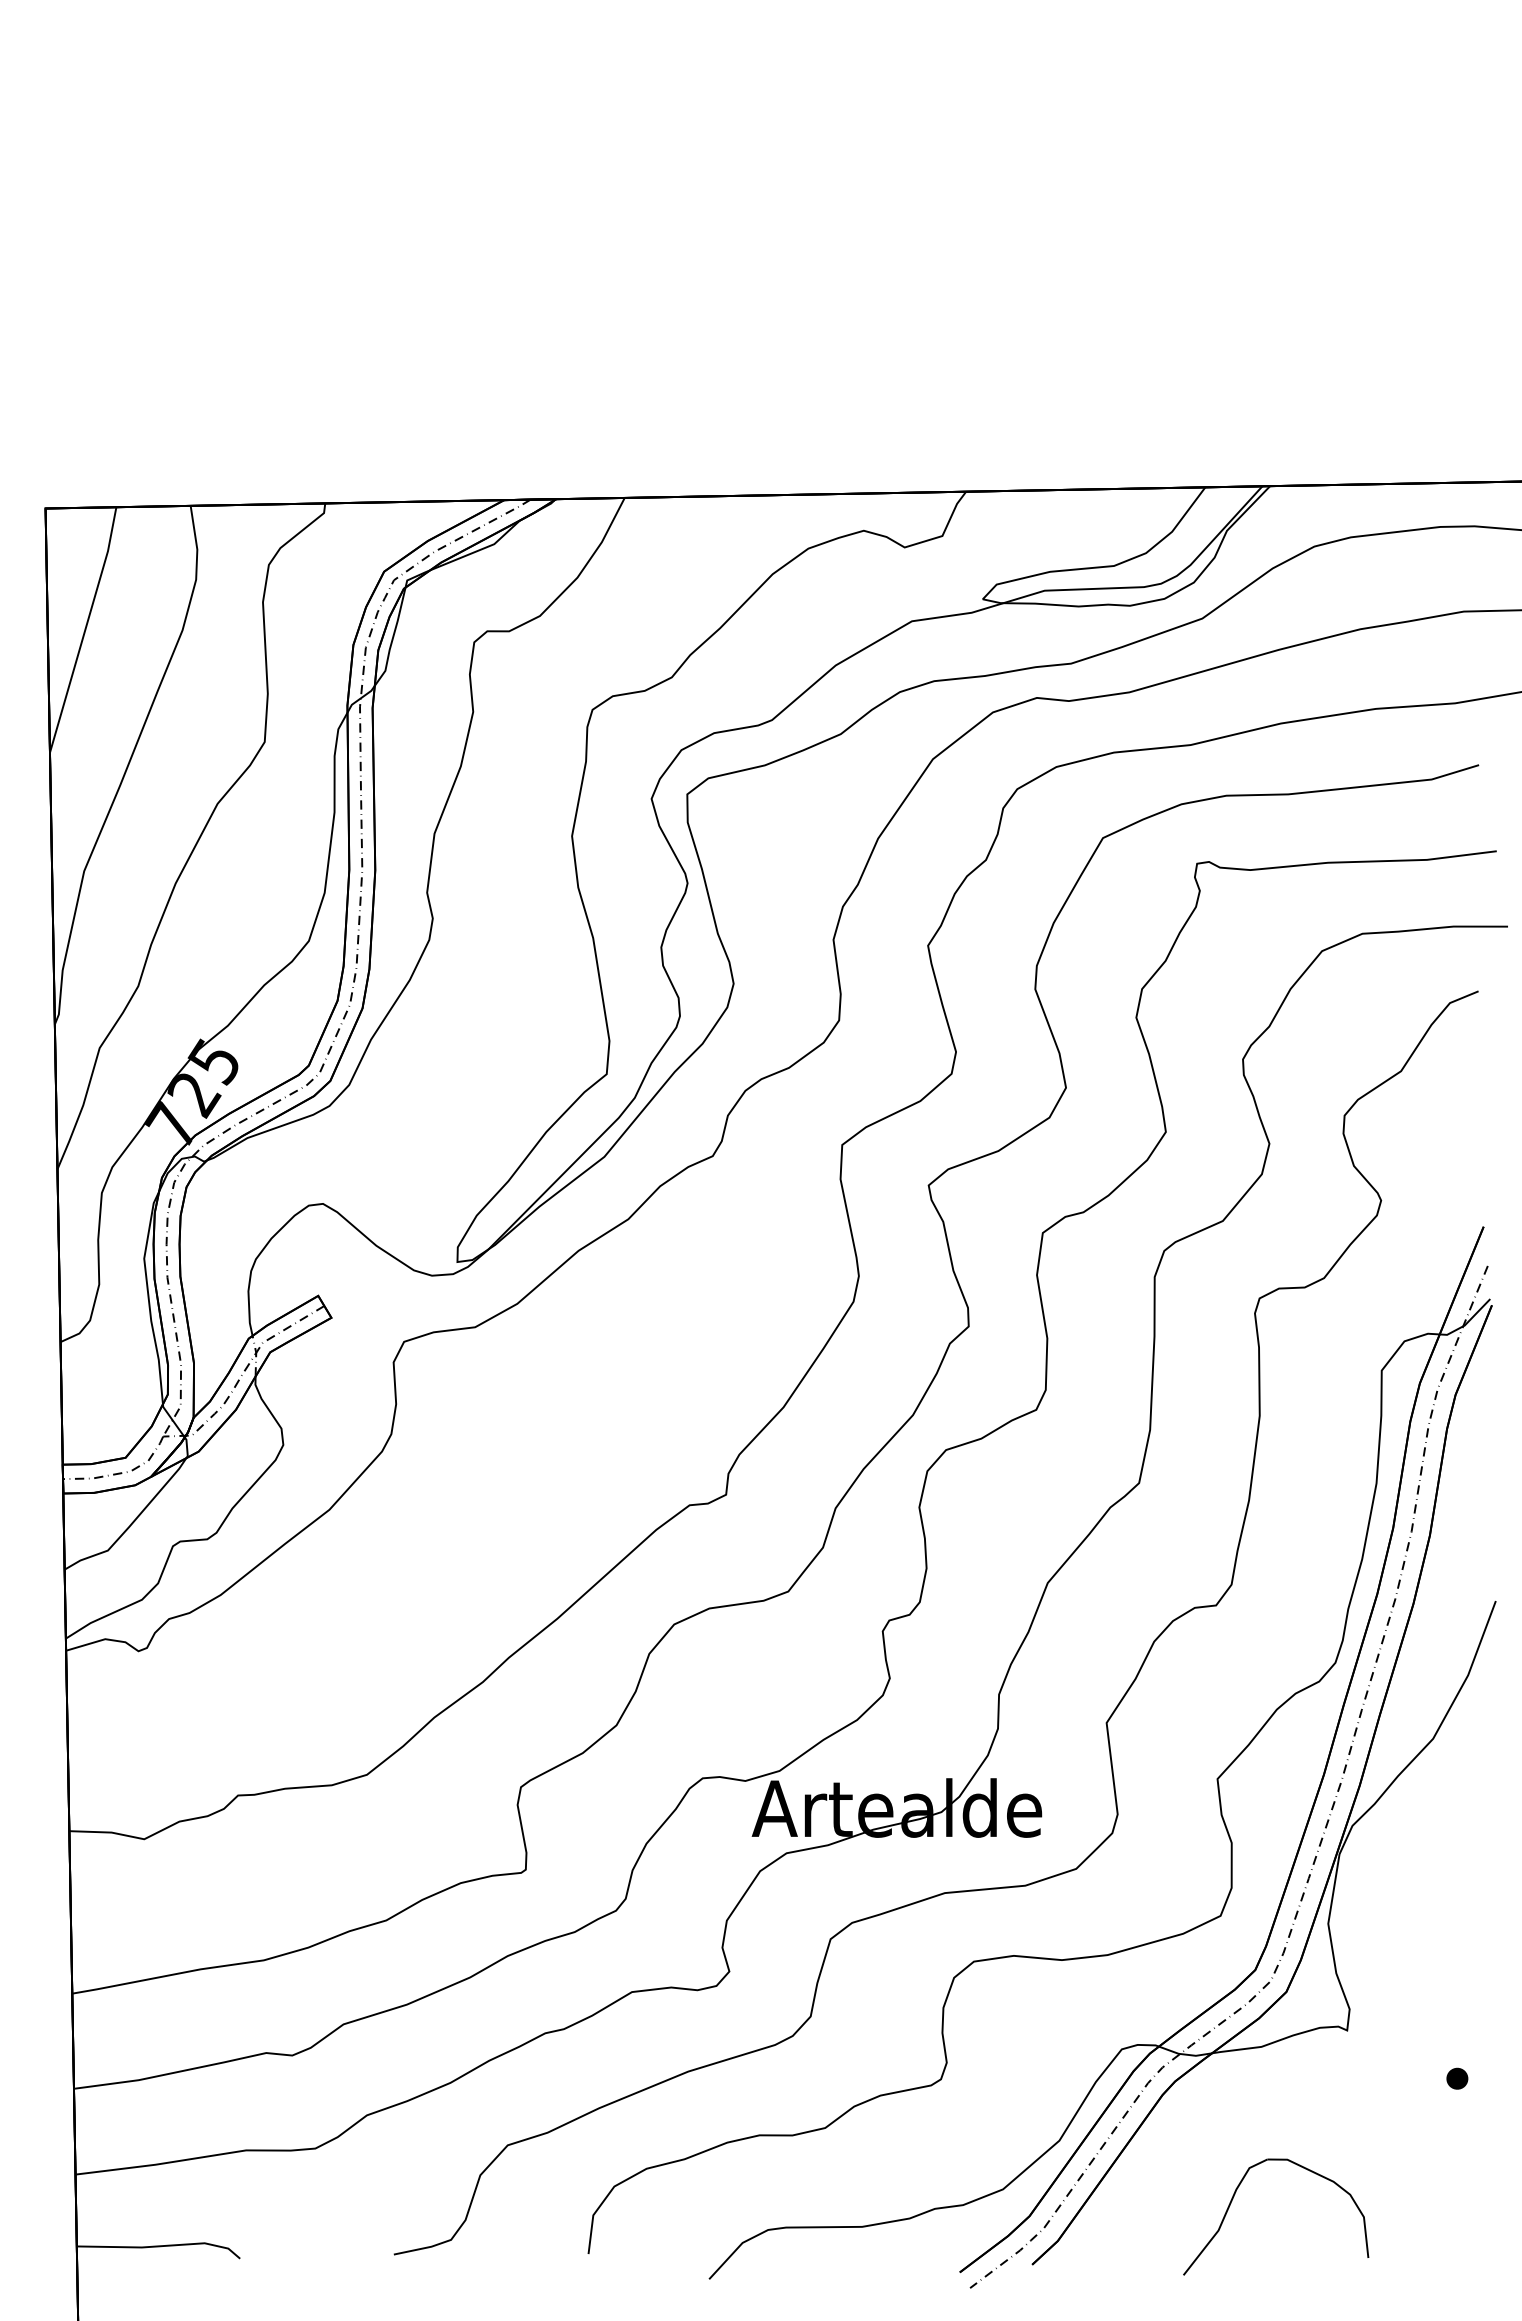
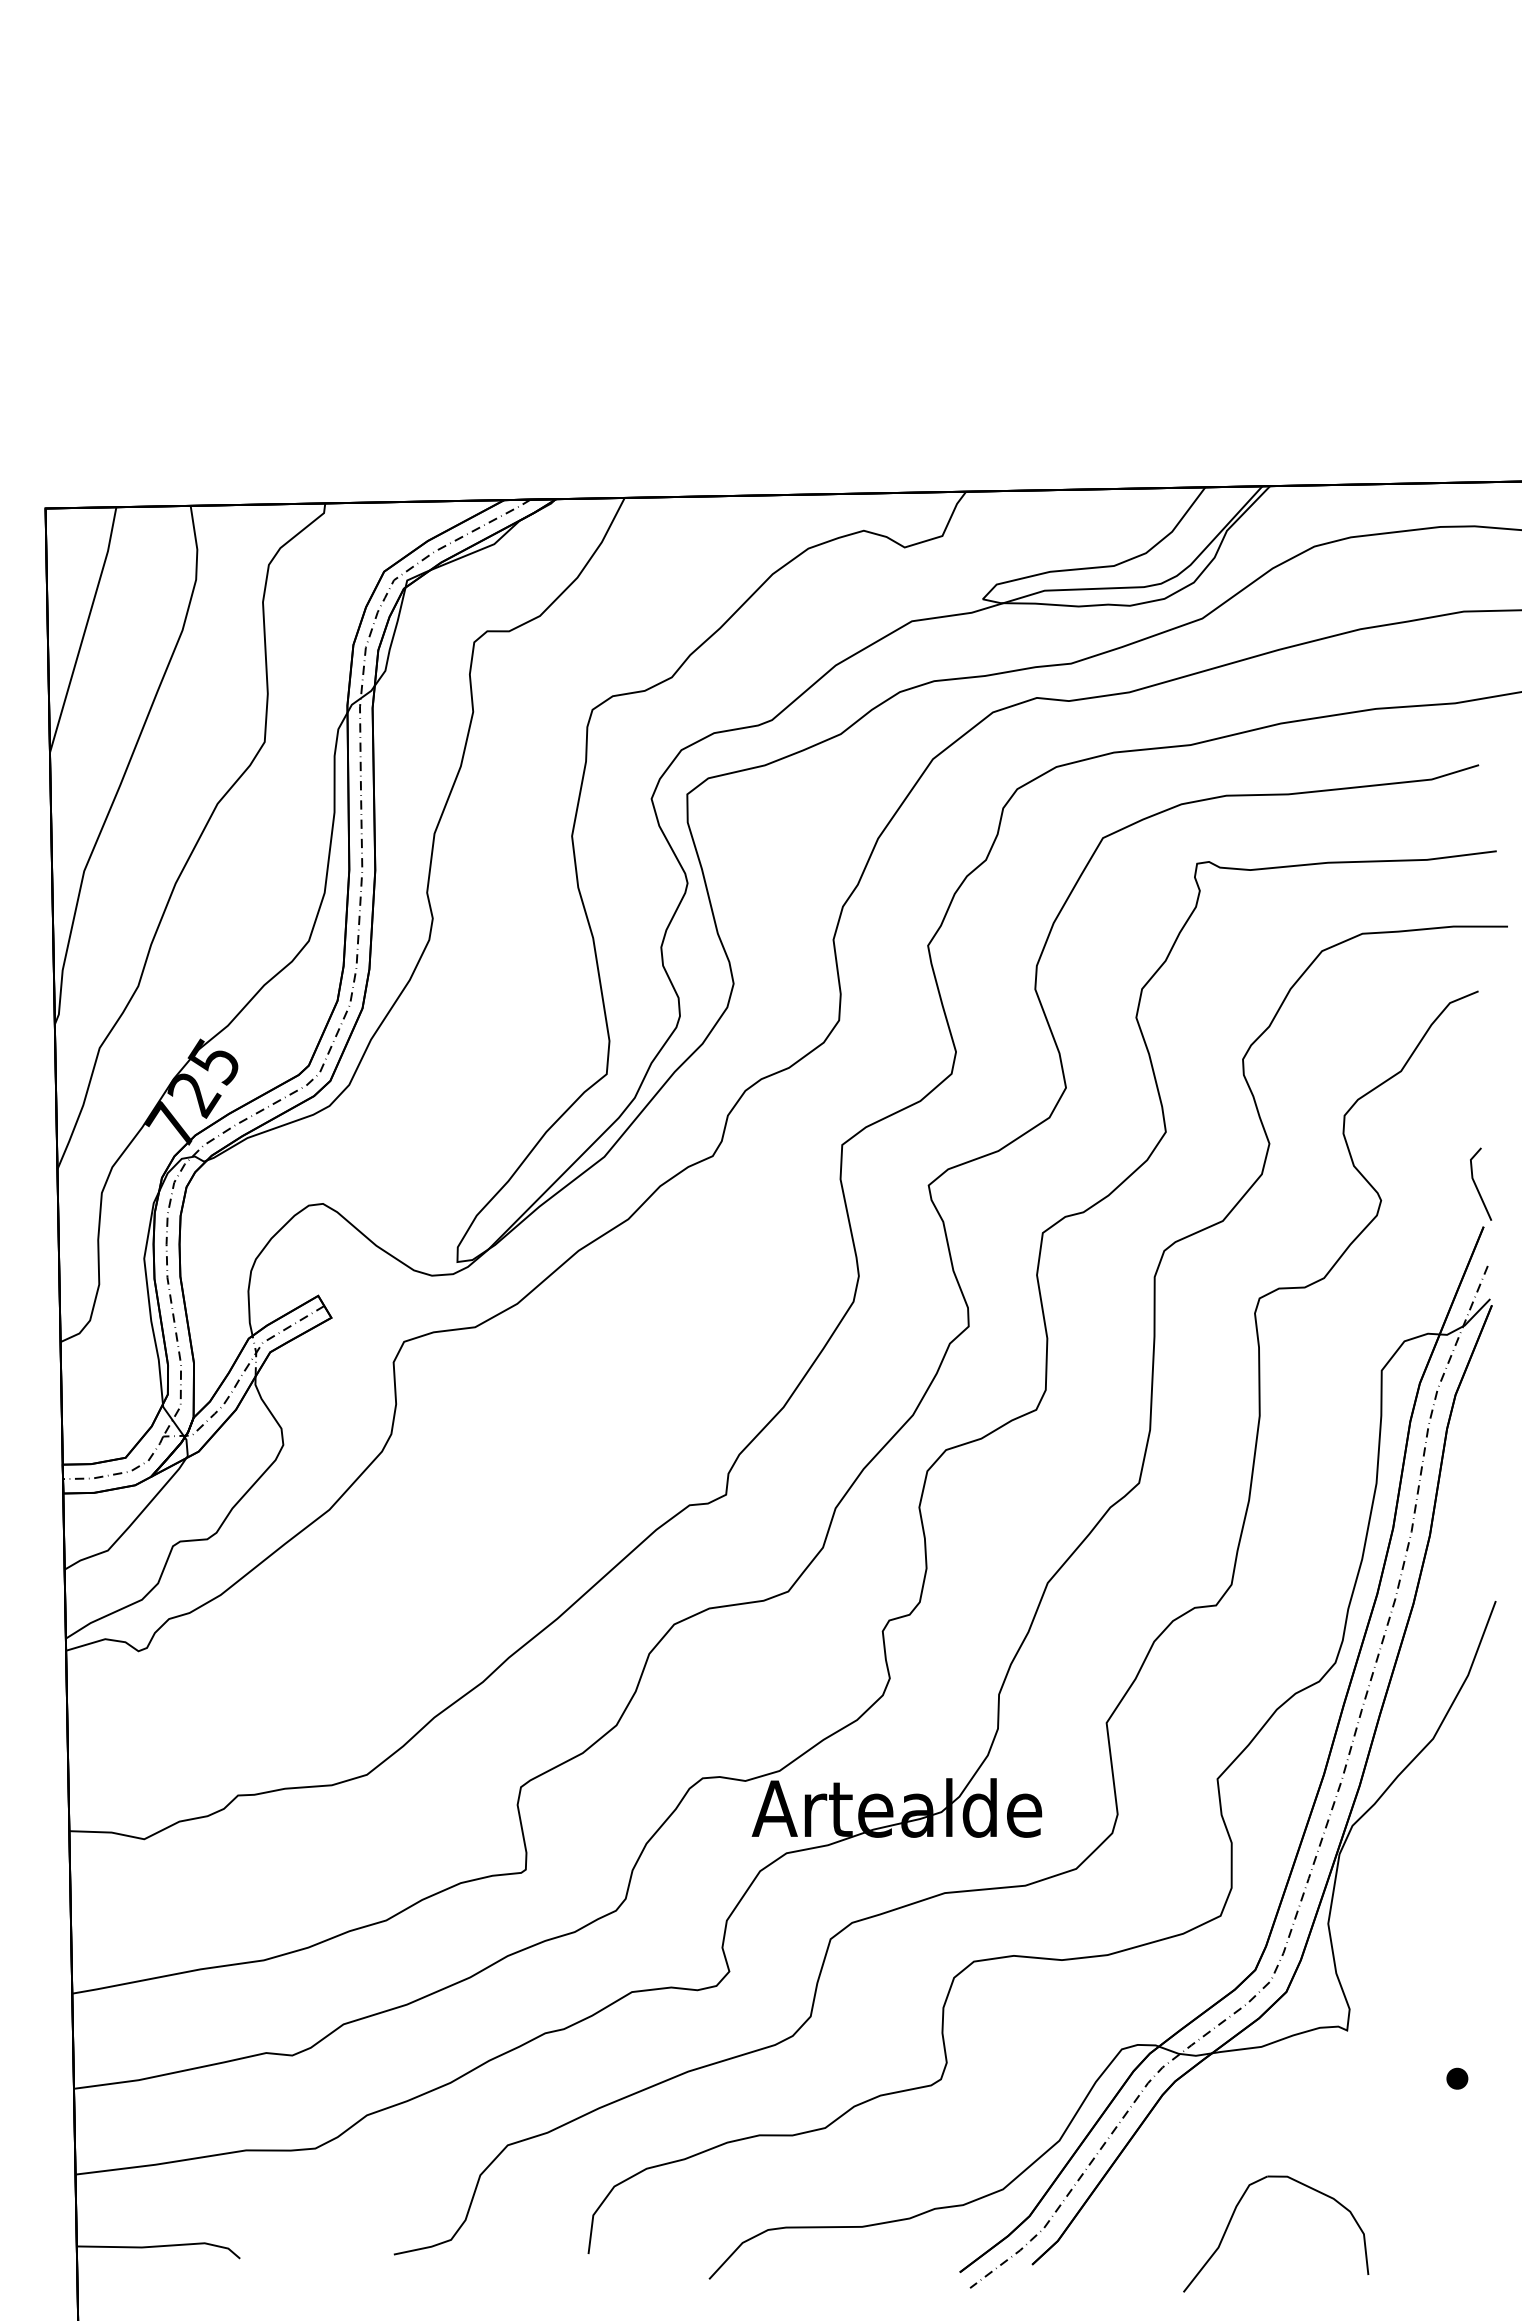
line at (1477, 1186): none -> present
part at (1233, 2199) position: (1233, 2199) -> (1233, 2216)
